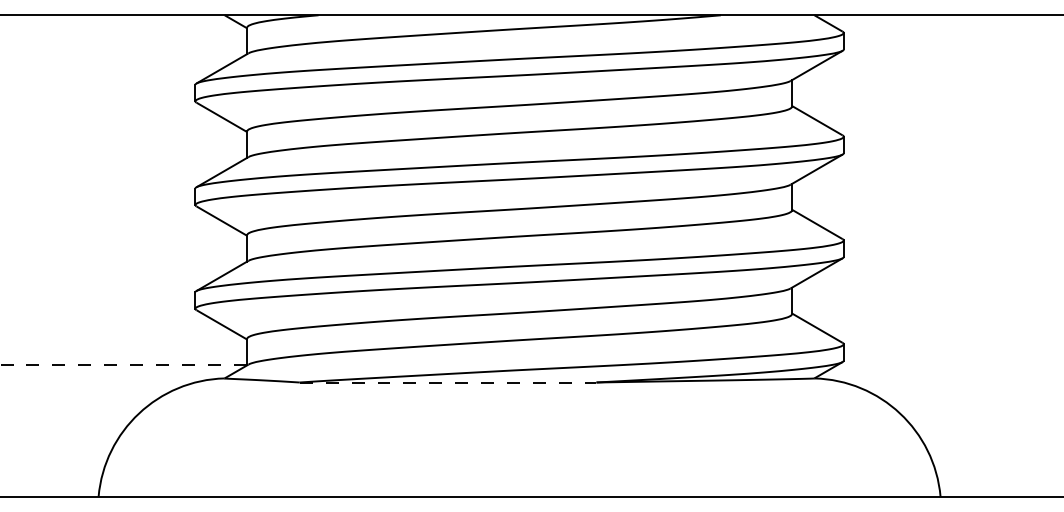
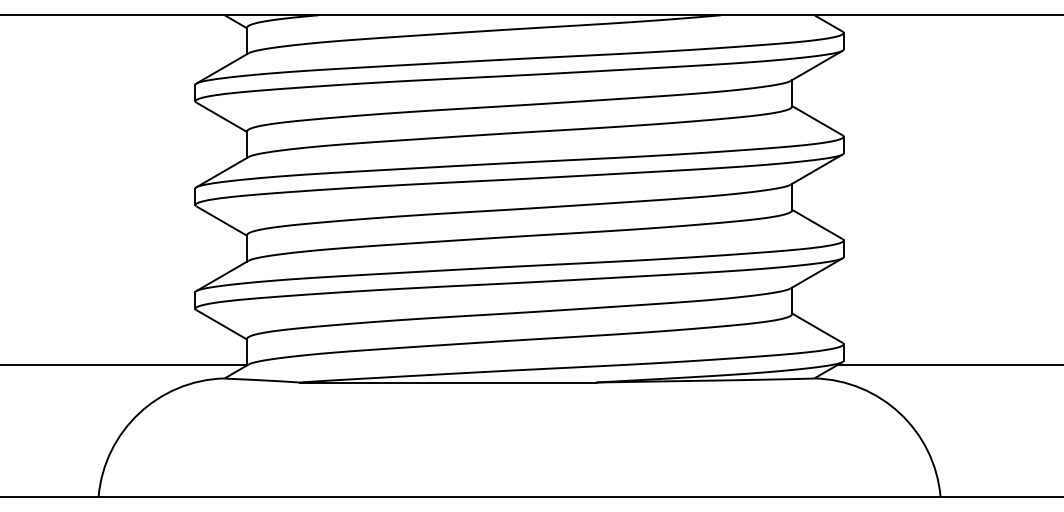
line at (124, 365): dashed -> solid
line at (948, 365): none -> present
line at (448, 382): dashed -> solid
